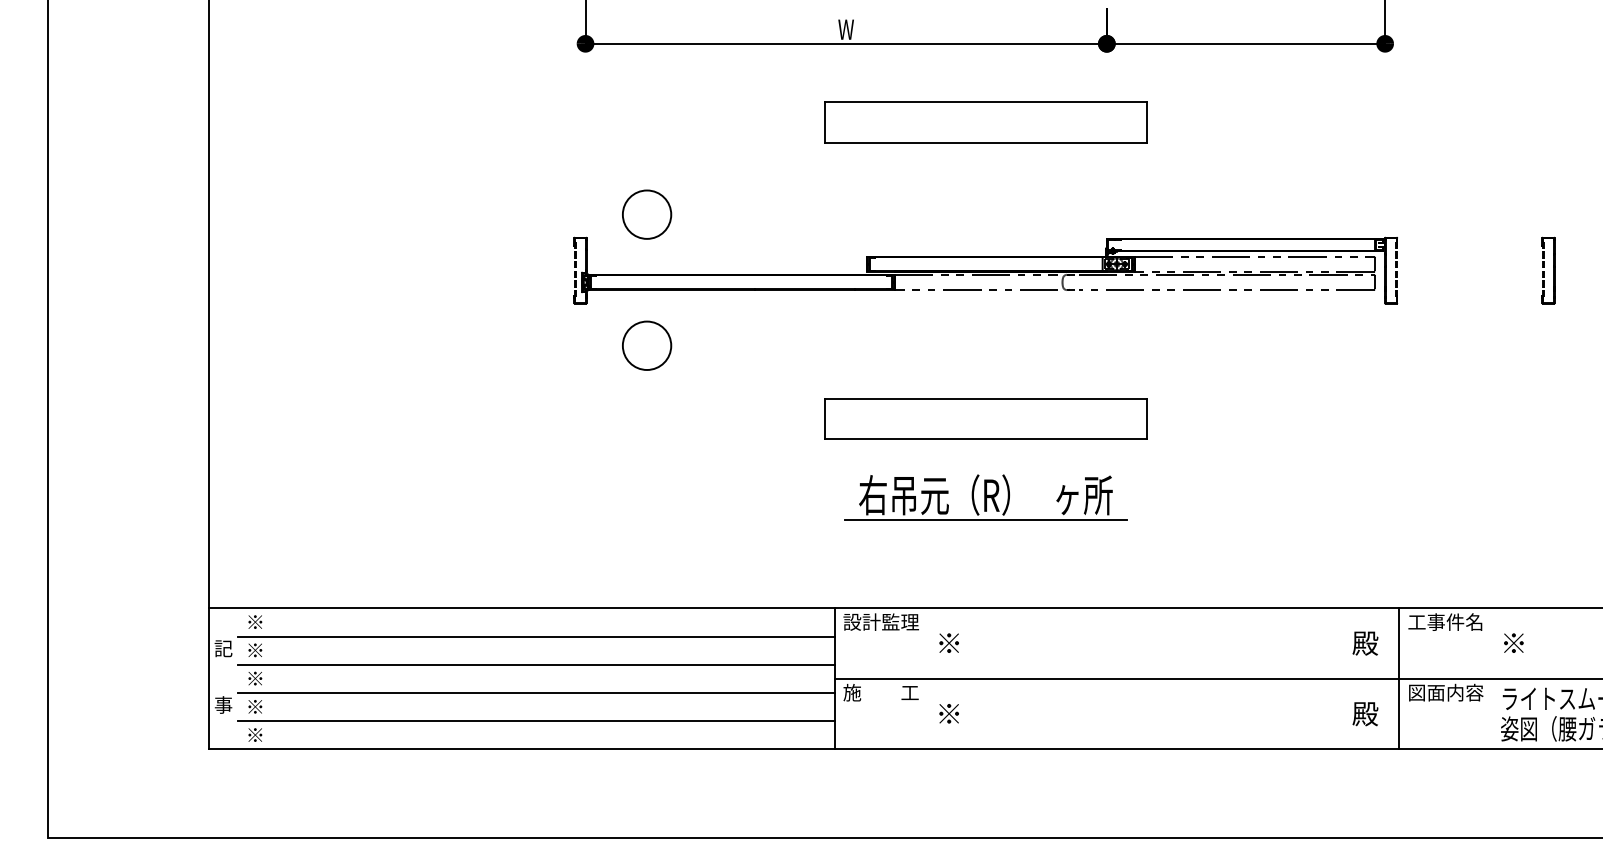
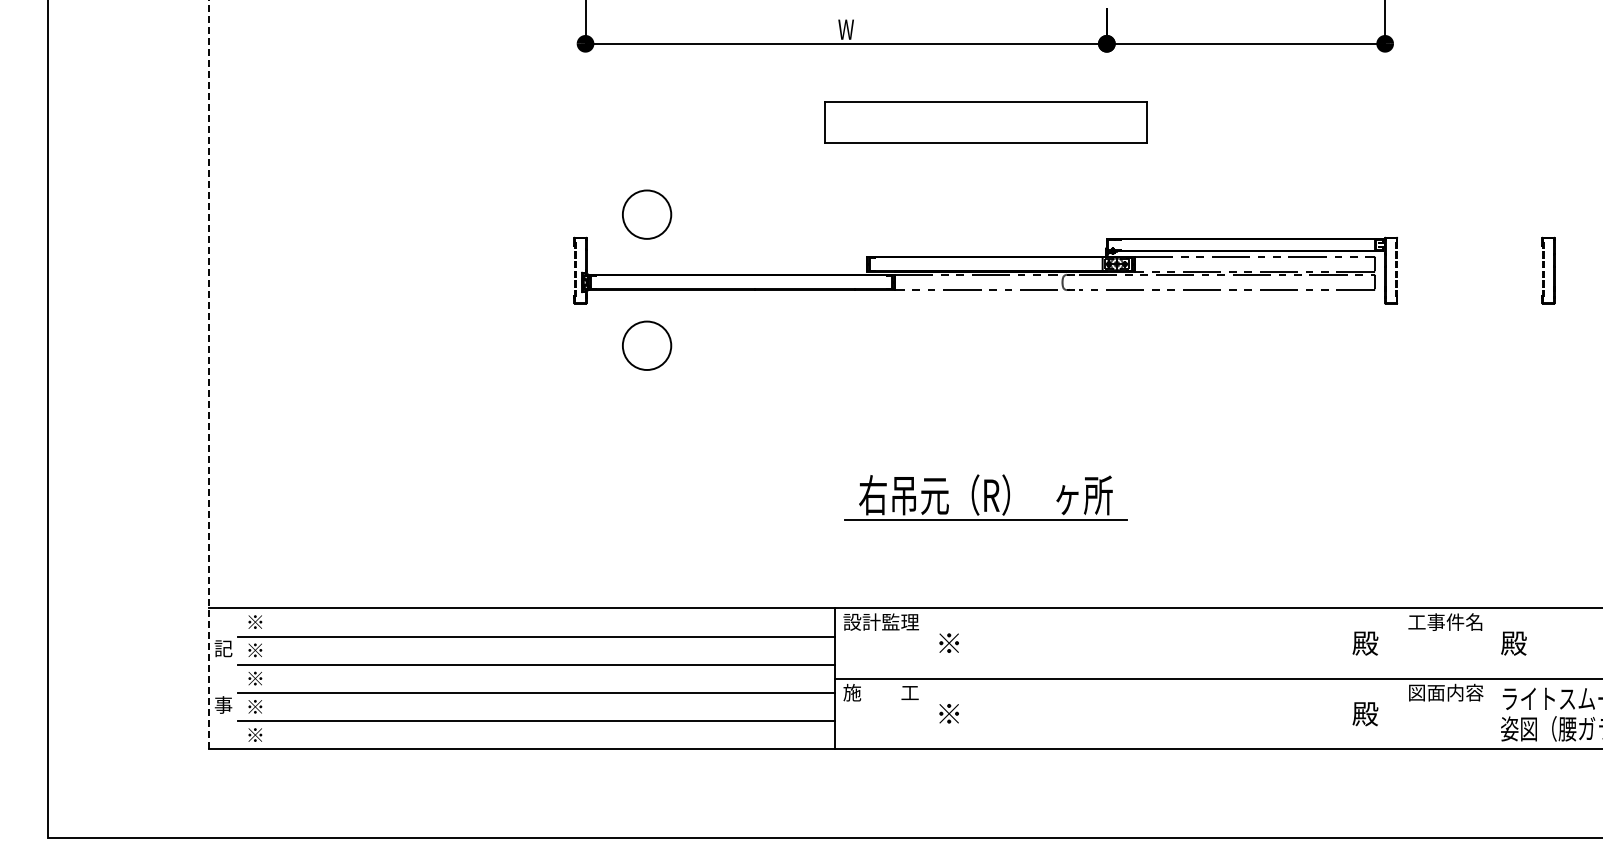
line at (209, 375): solid -> dashed
part at (985, 418): present -> none
text at (1513, 643): ※ -> 殿
line at (1399, 678): present -> none
